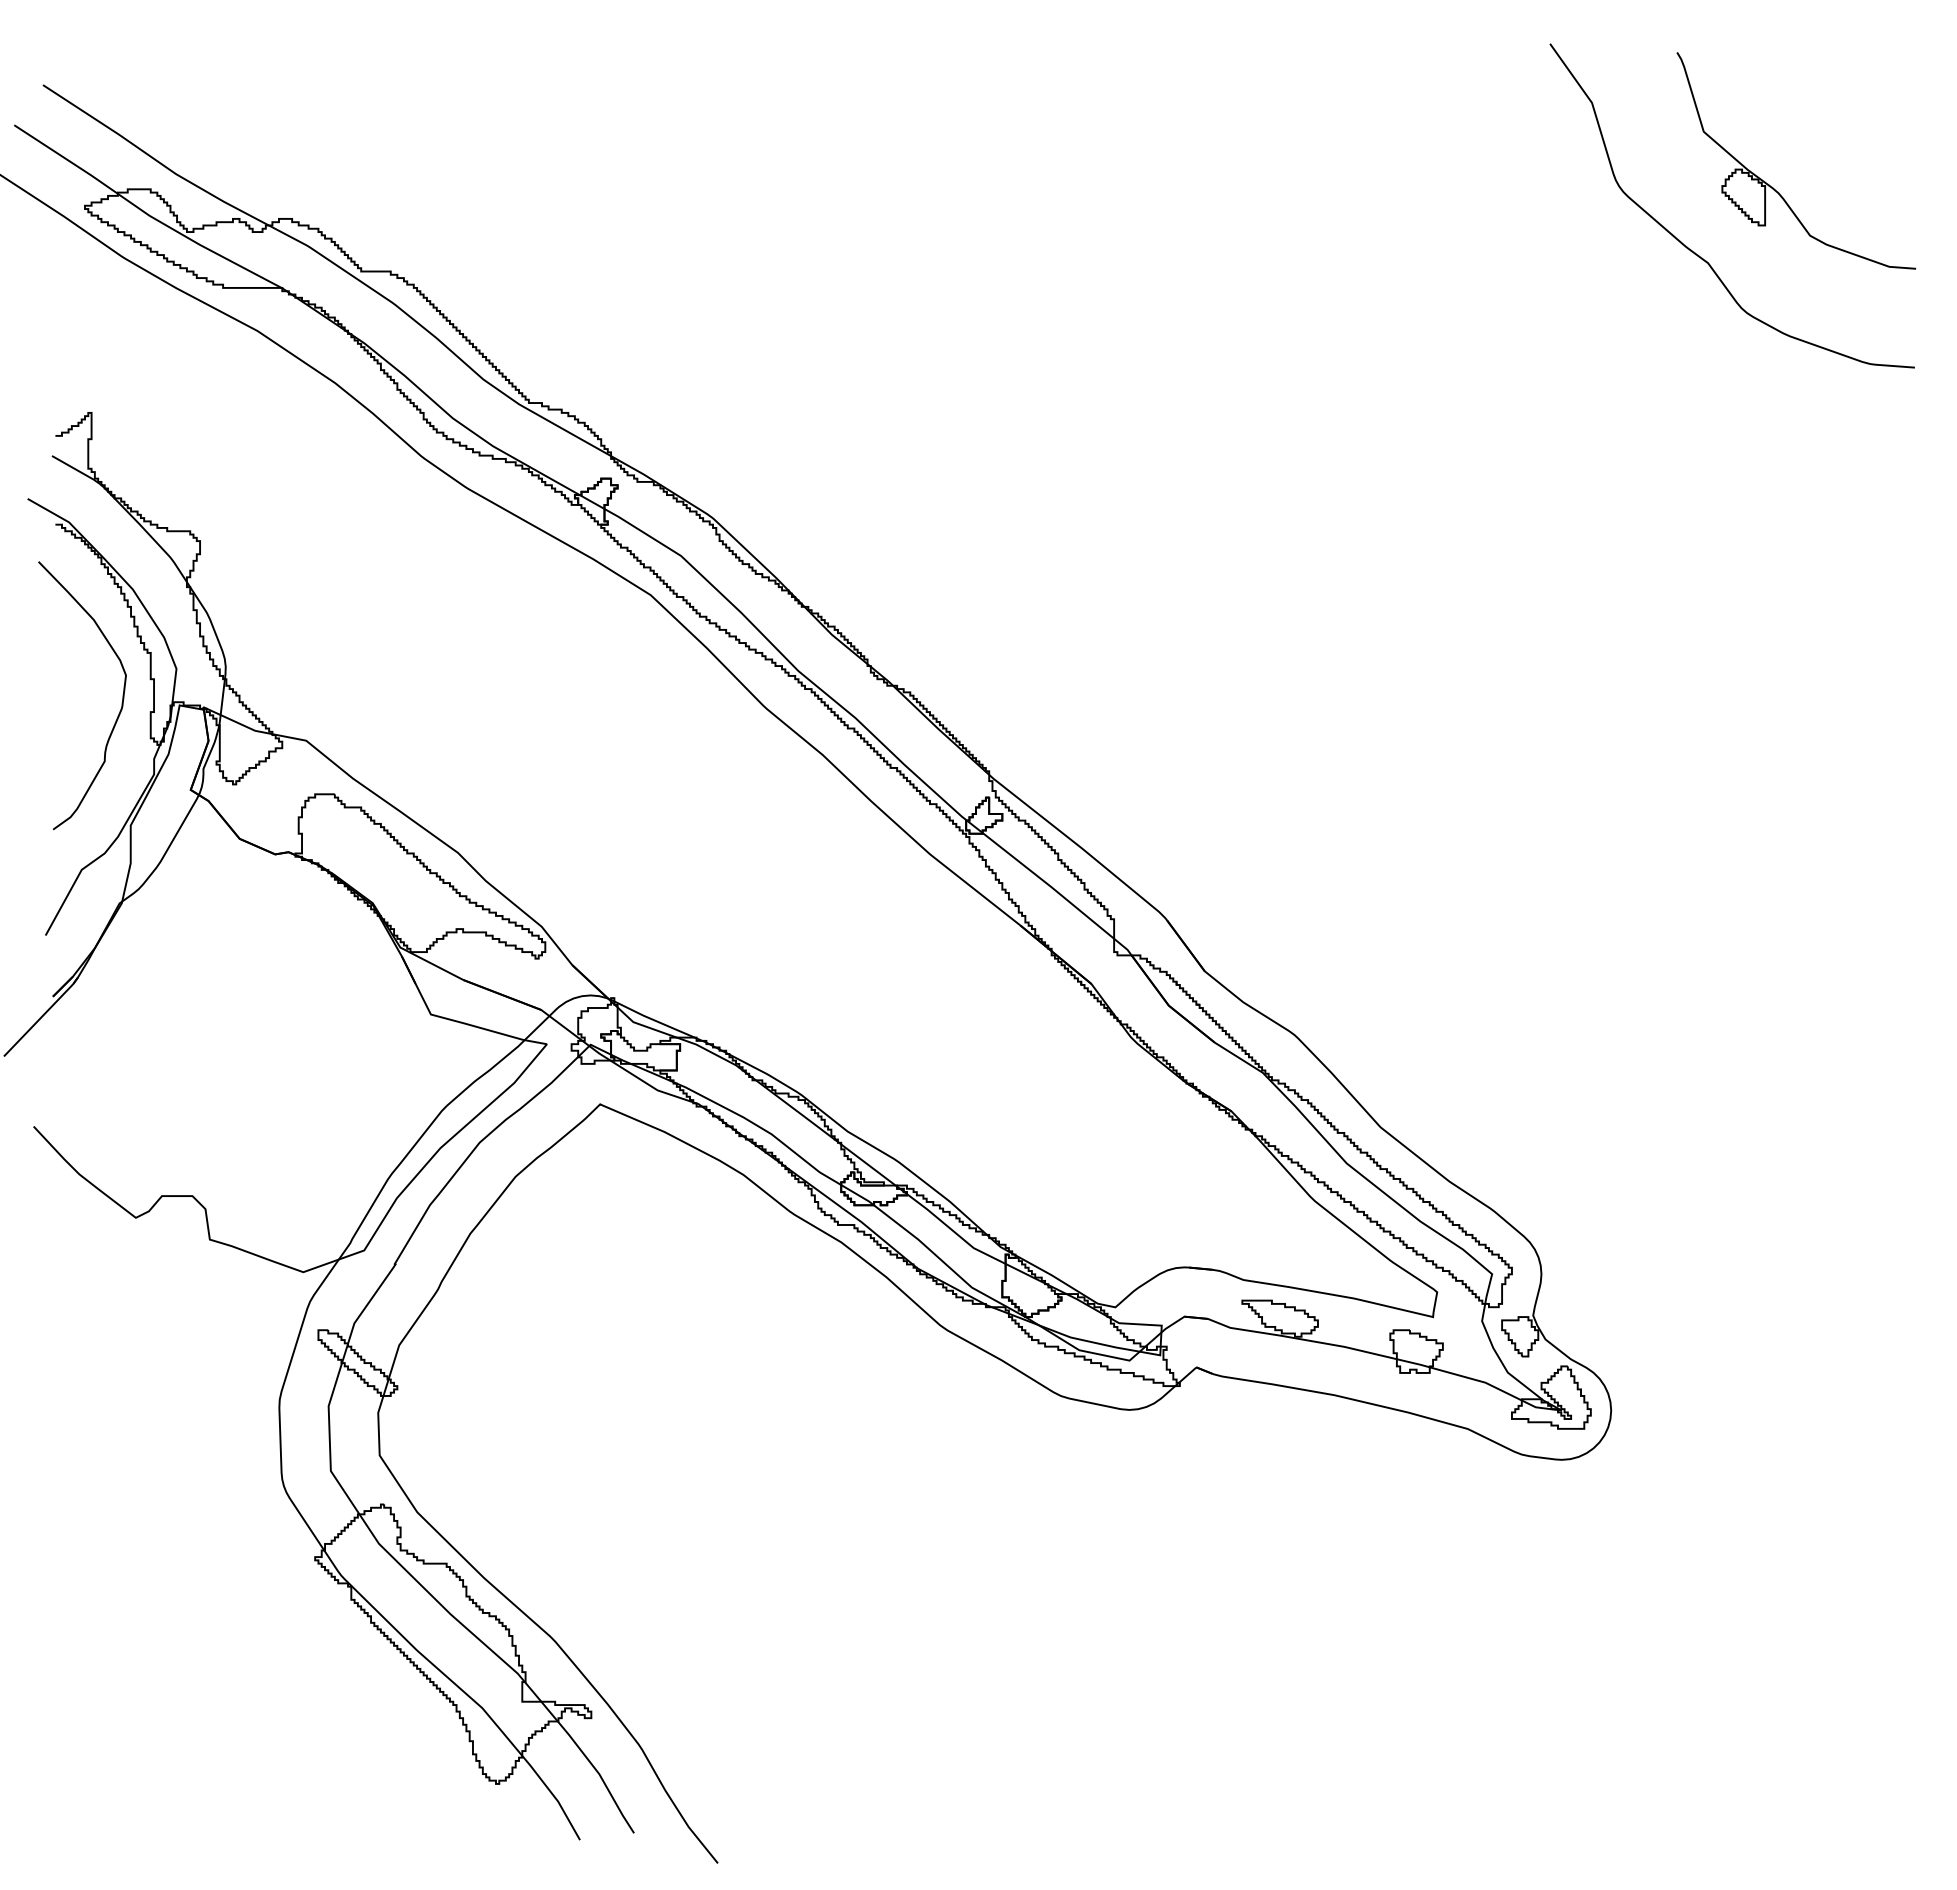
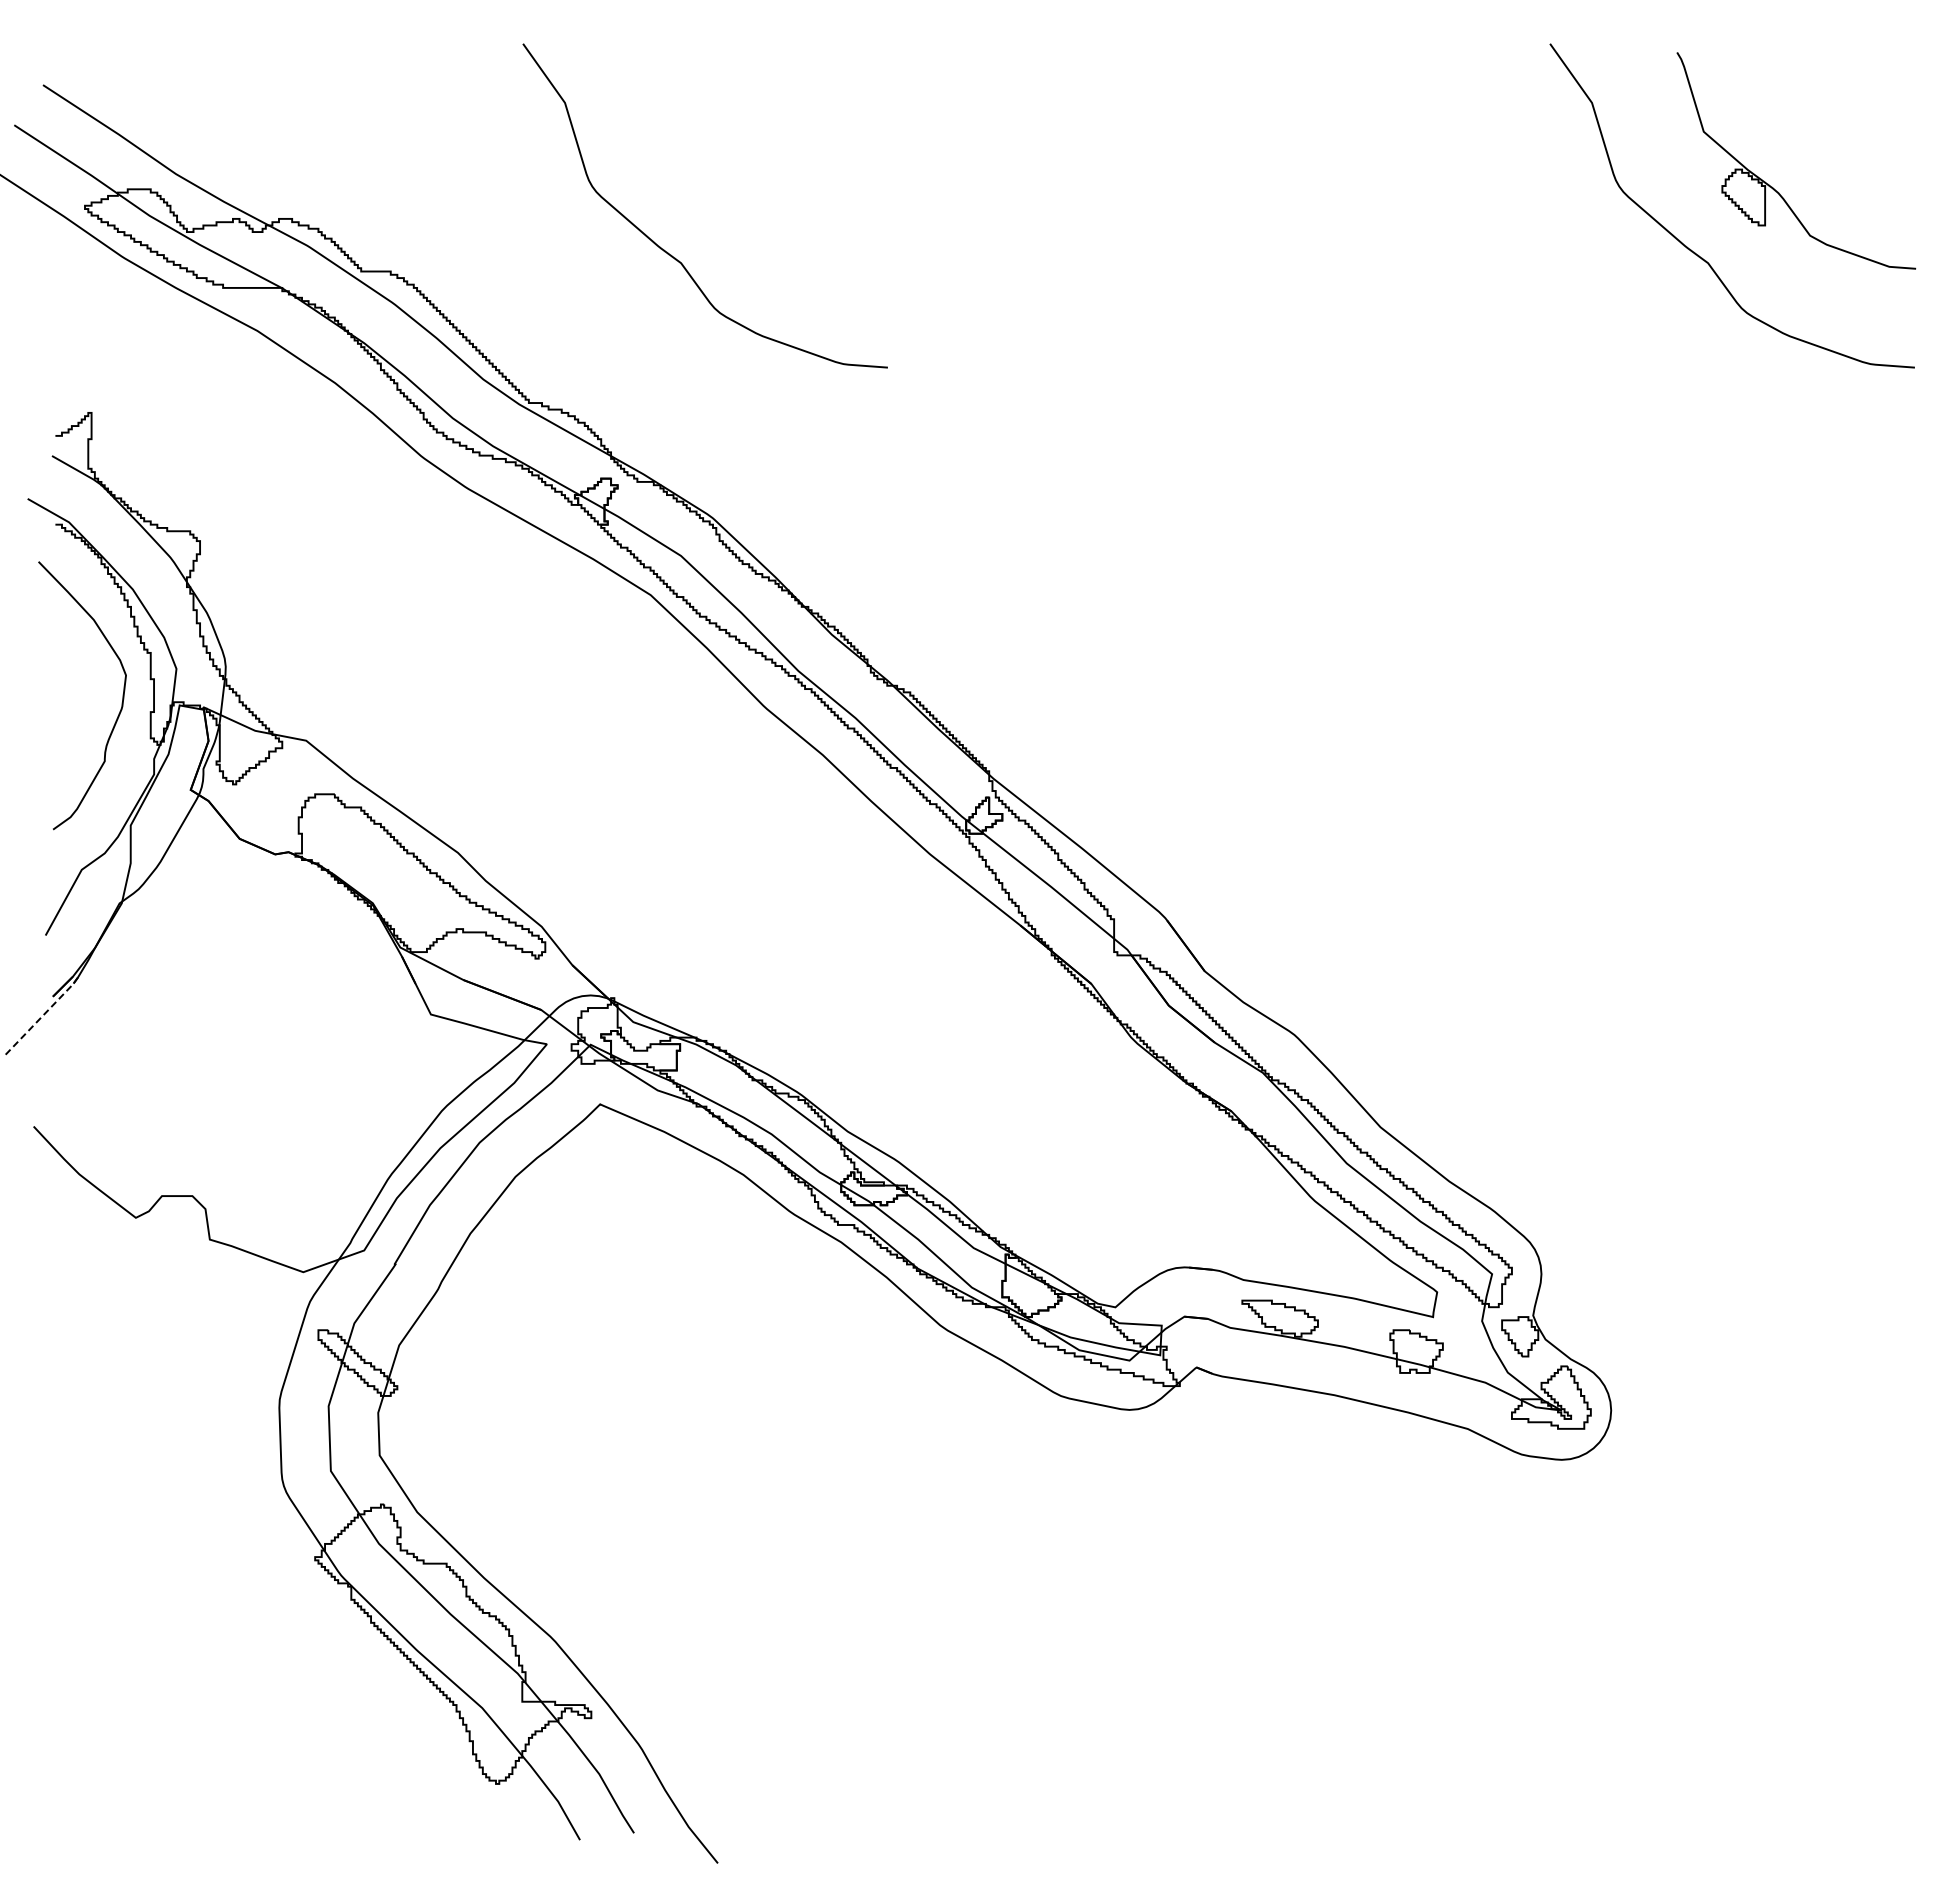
curve at (671, 254): none -> present
line at (42, 1016): solid -> dashed
